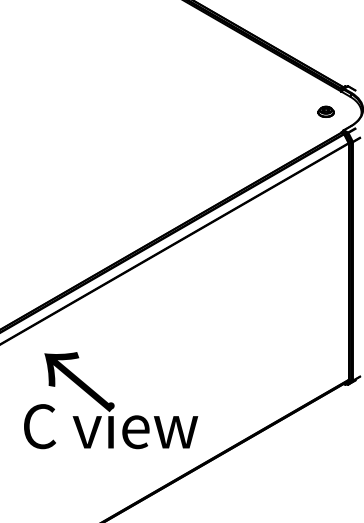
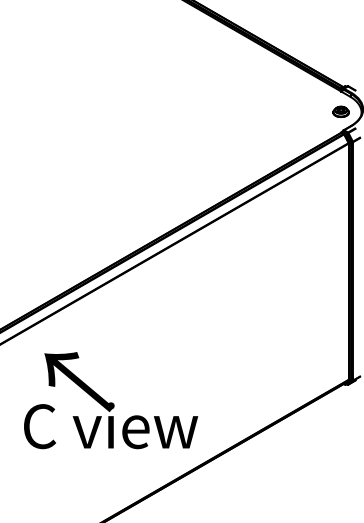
part at (325, 111) position: (325, 111) -> (340, 111)
